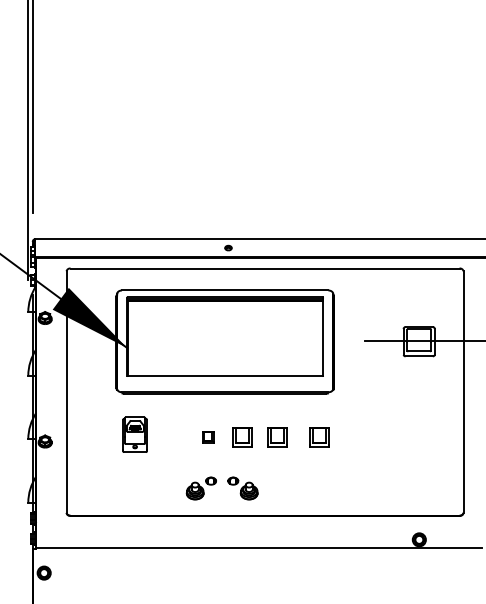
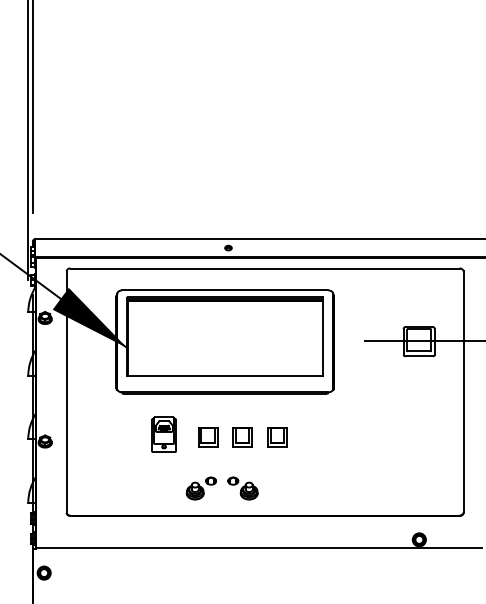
part at (134, 434) position: (134, 434) -> (163, 434)
part at (208, 437) size: 13x13 px -> 21x21 px
part at (319, 437): present -> none
